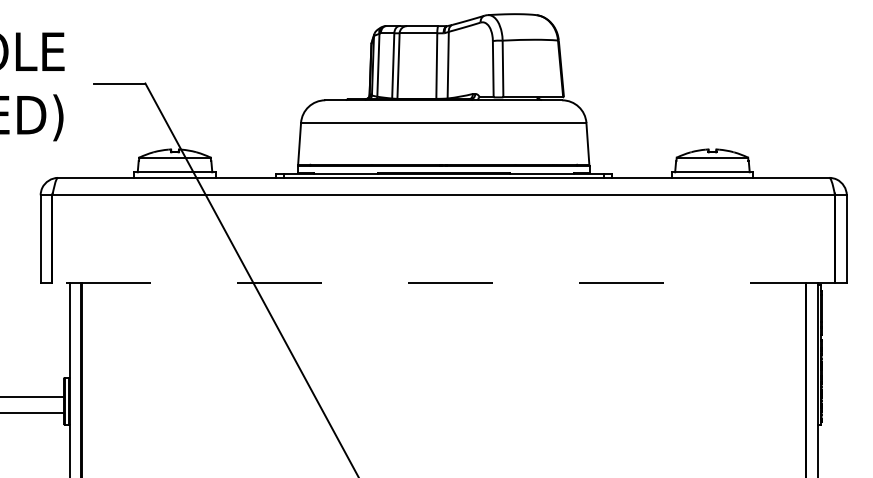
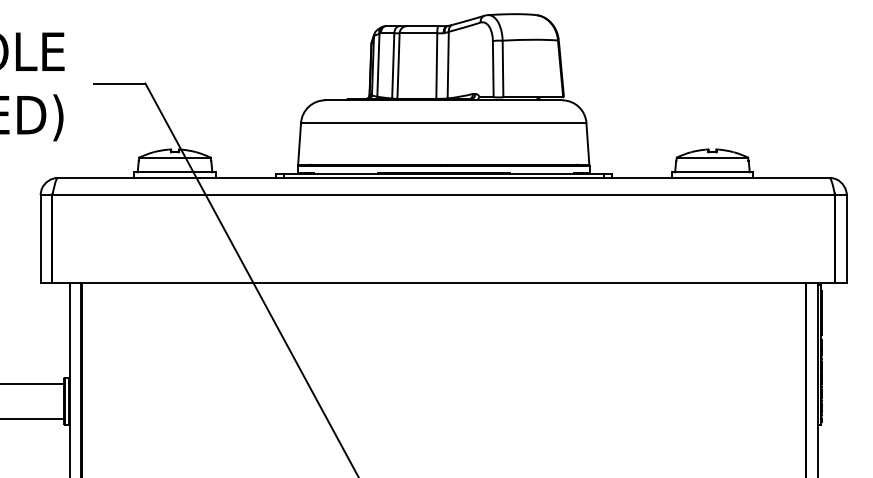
line at (443, 283): dashed -> solid
line at (33, 396) position: (33, 396) -> (33, 383)
line at (33, 413) position: (33, 413) -> (33, 419)
